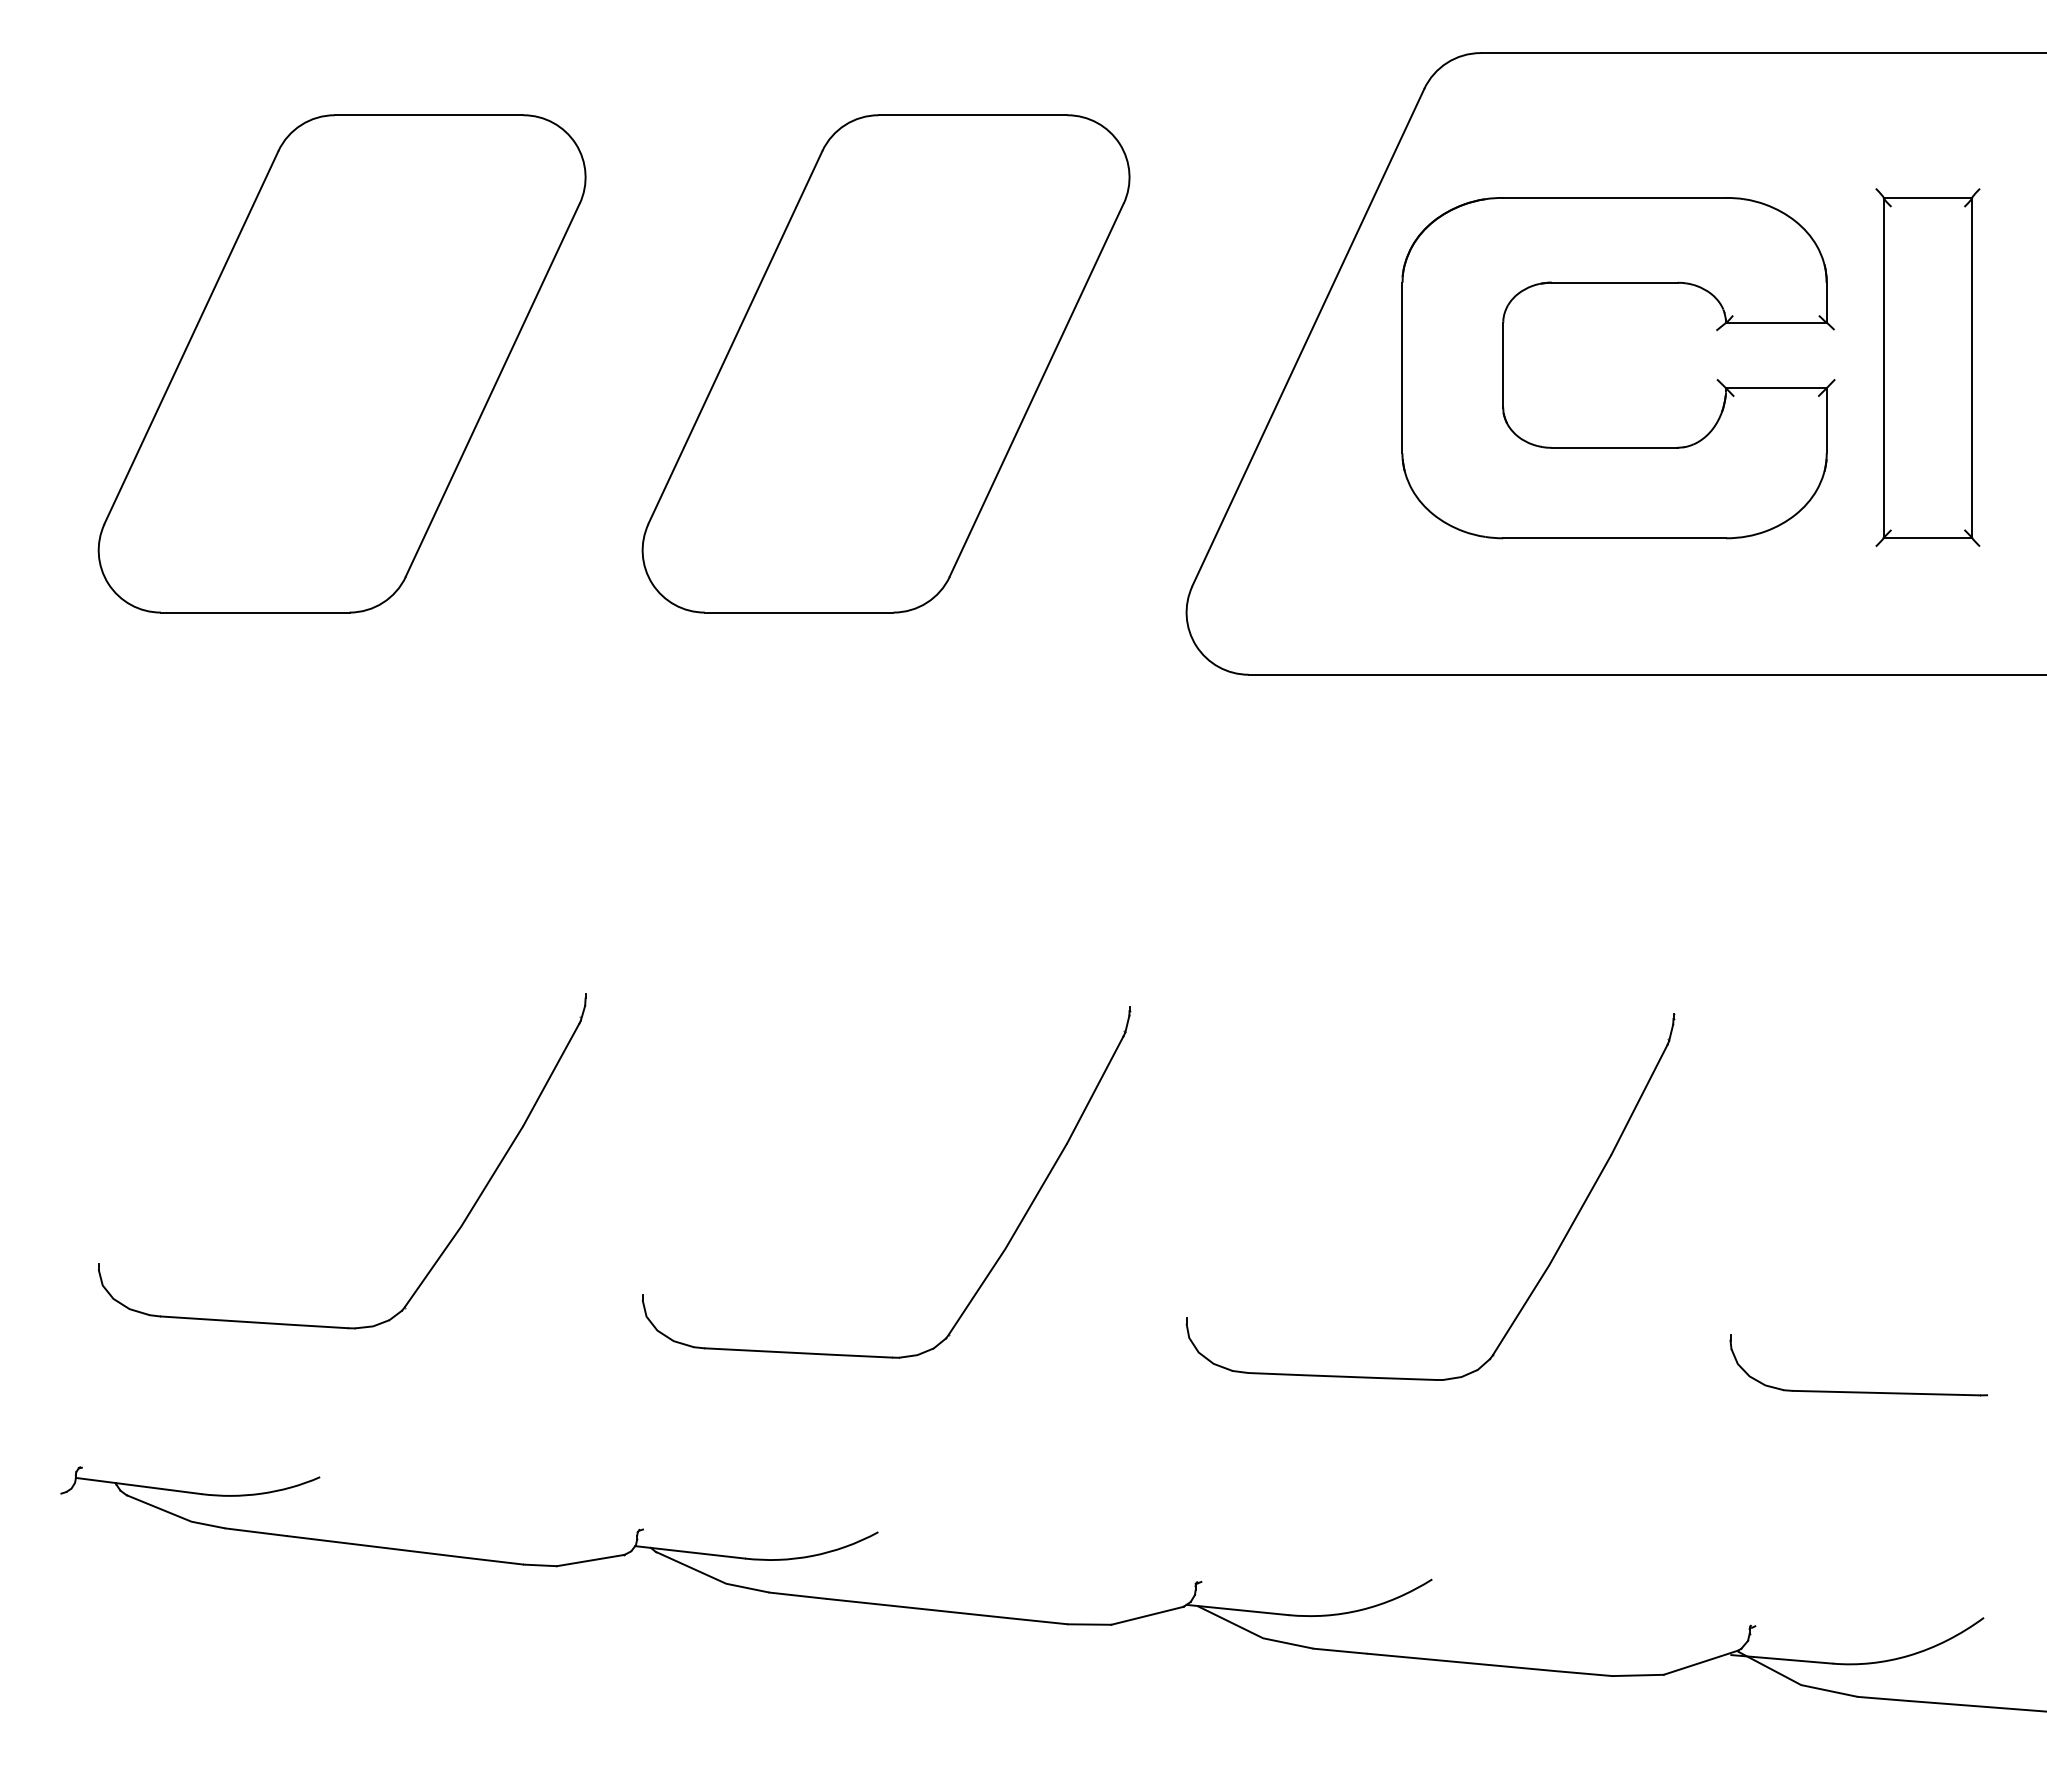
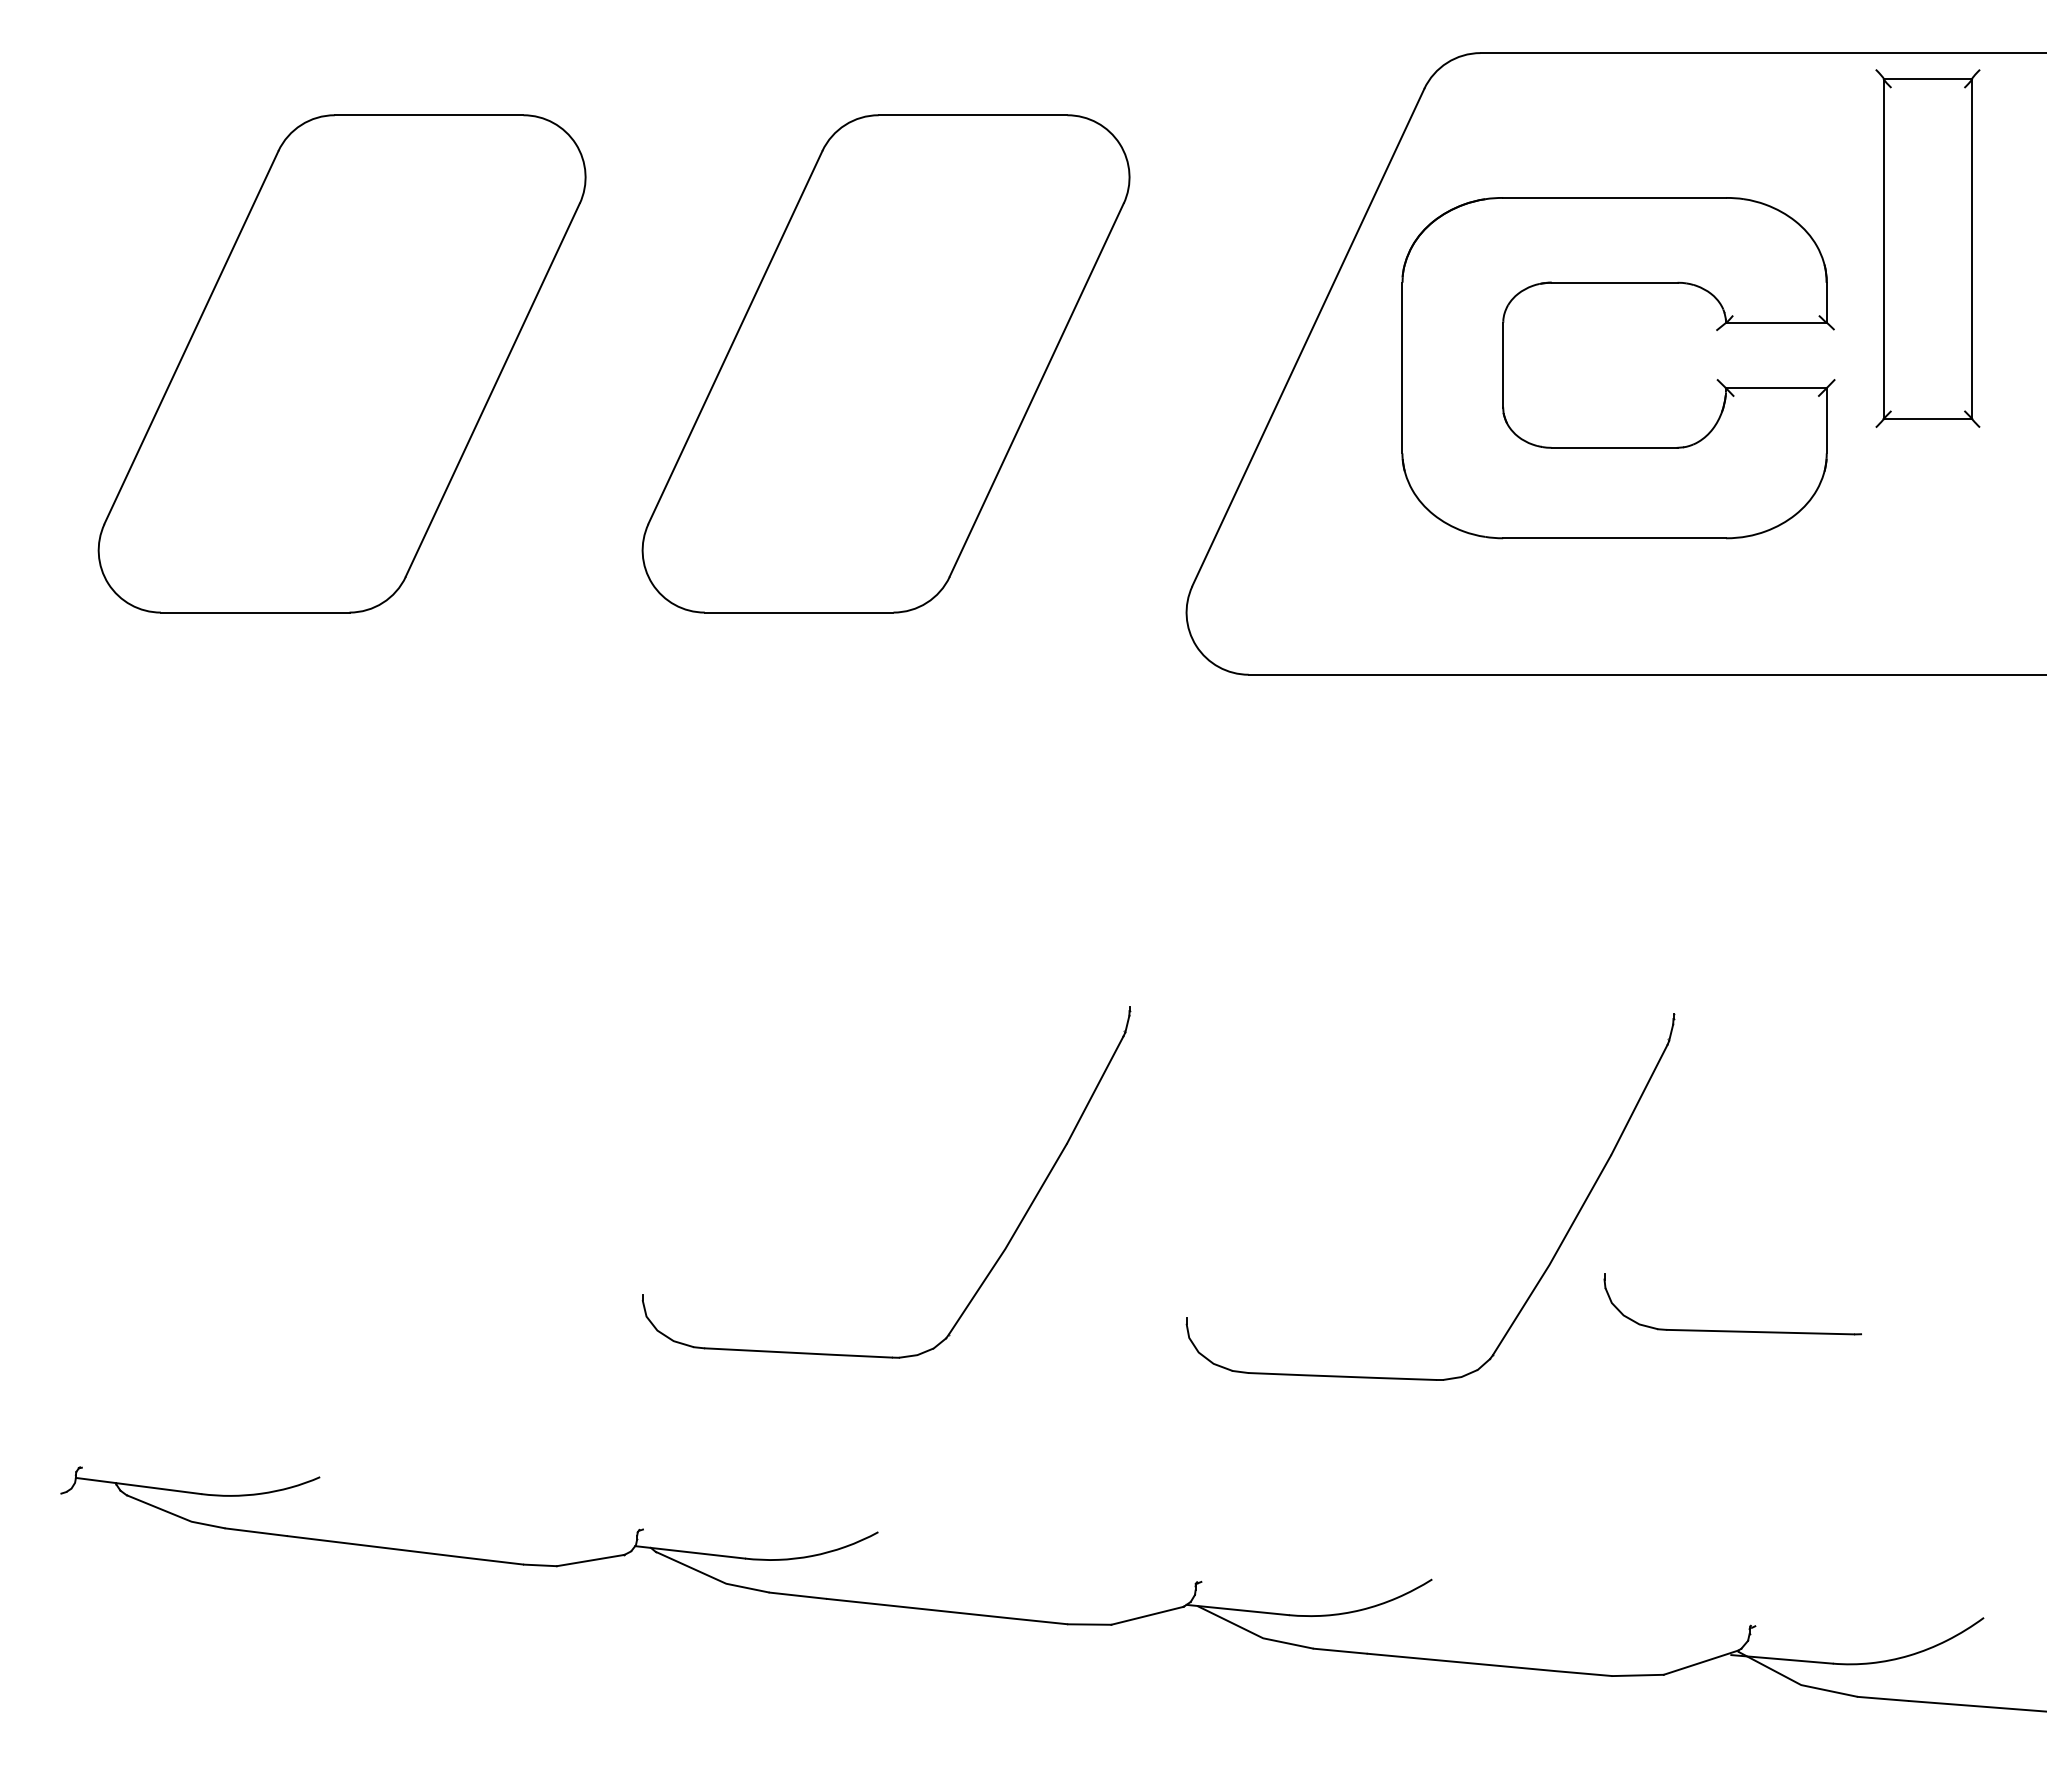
part at (1927, 367) position: (1927, 367) -> (1927, 248)
part at (453, 1235): present -> none
part at (1858, 1391) position: (1858, 1391) -> (1732, 1330)
